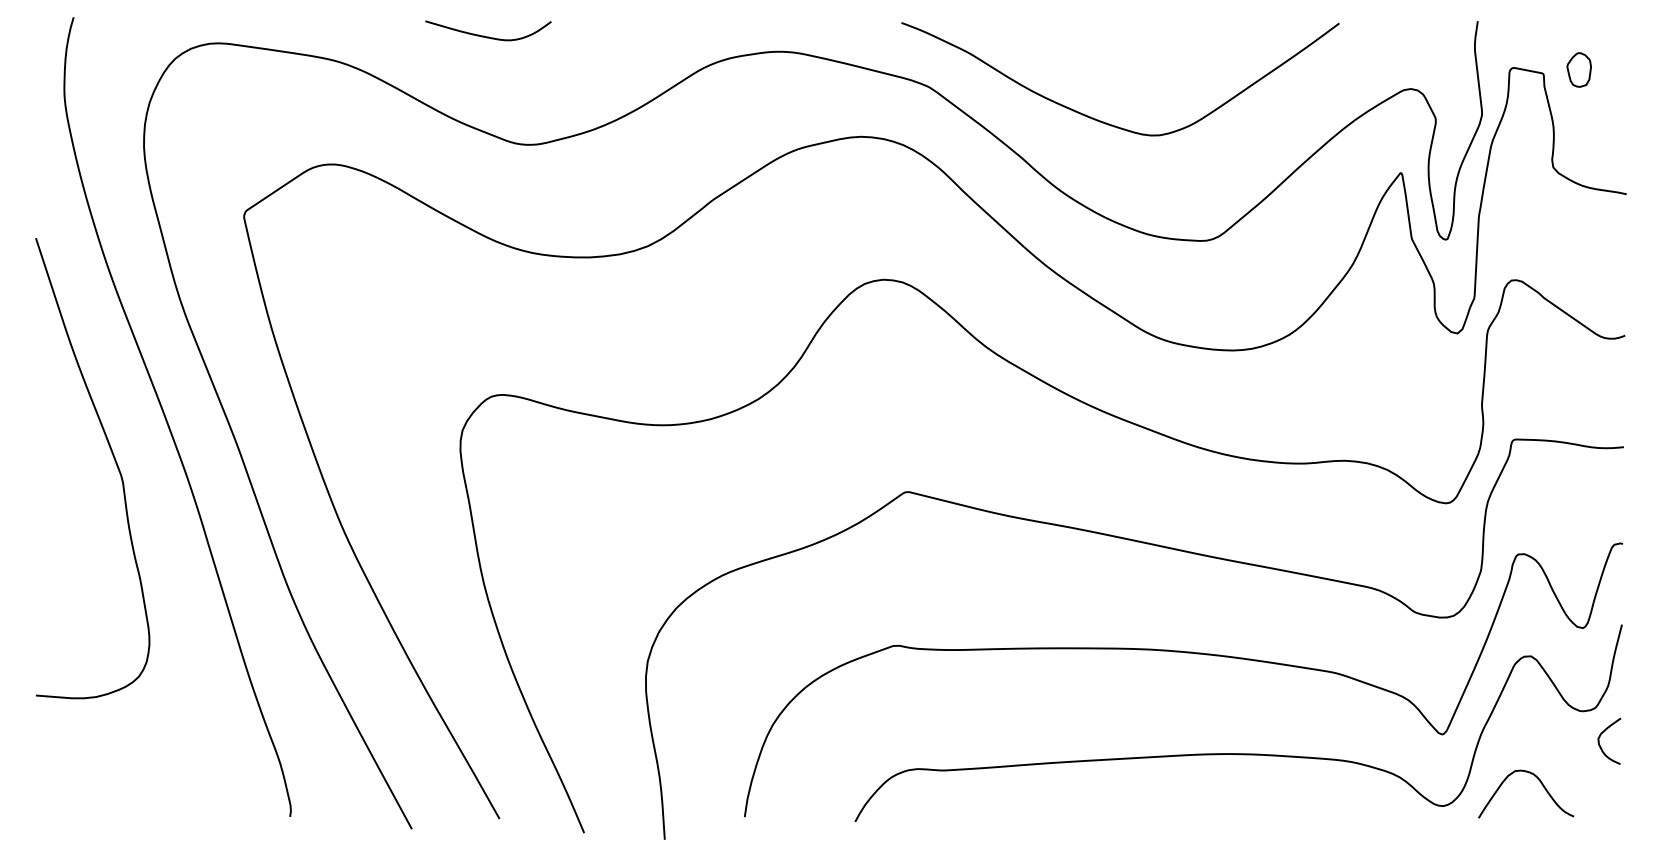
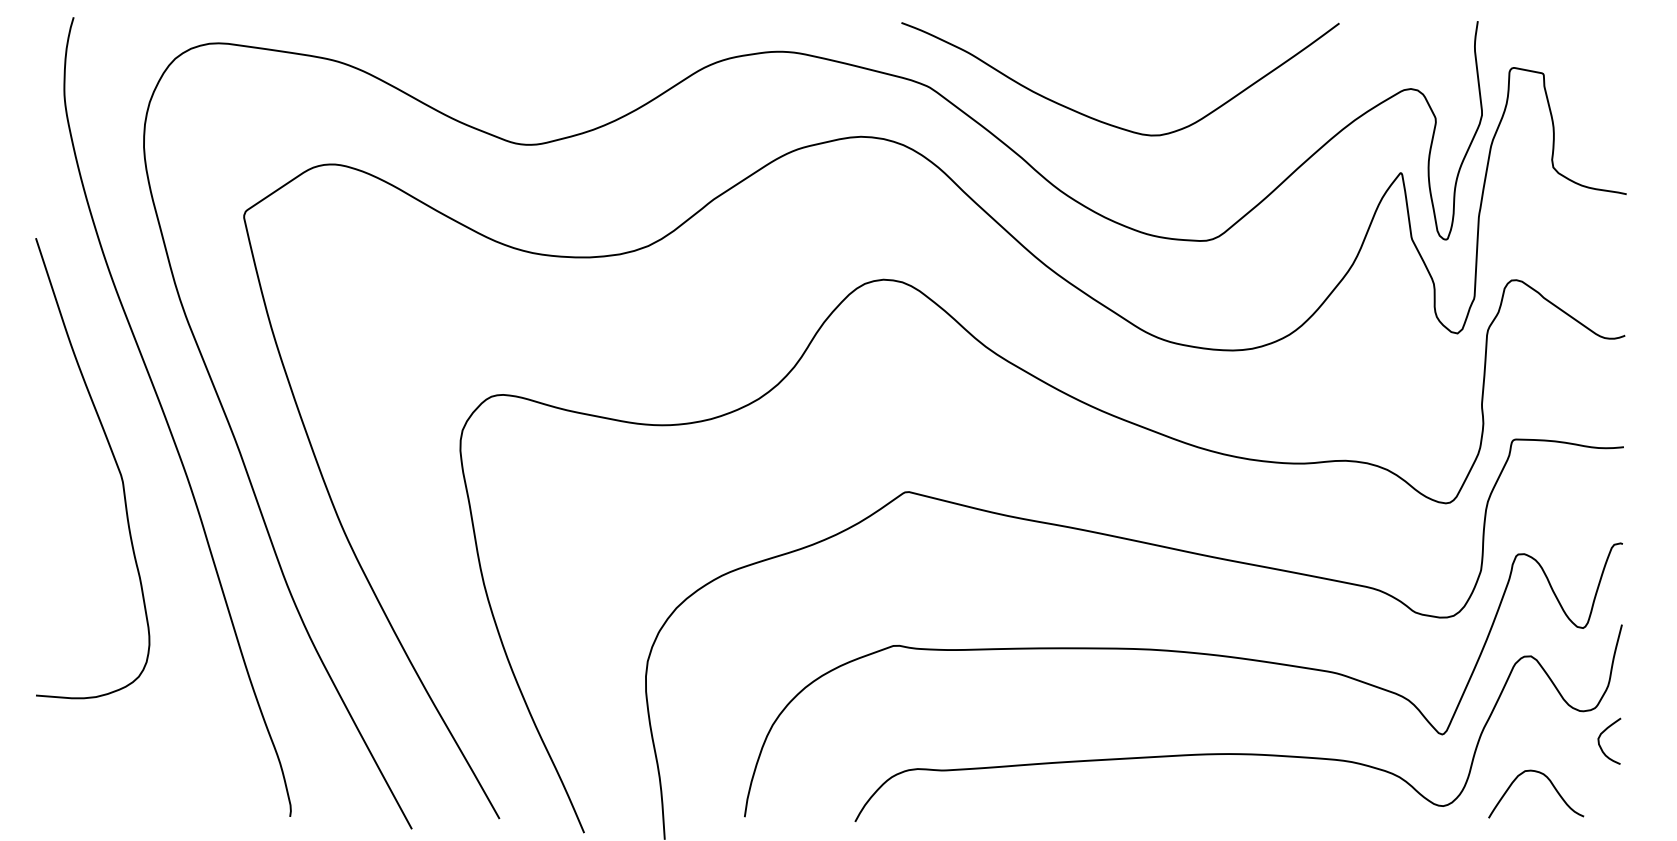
curve at (488, 36): present -> none
part at (1578, 69): present -> none
curve at (1540, 783) position: (1540, 783) -> (1550, 783)
